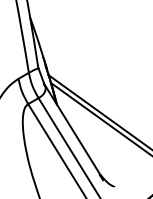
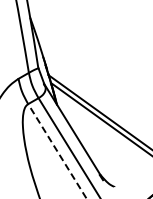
line at (57, 150): solid -> dashed
